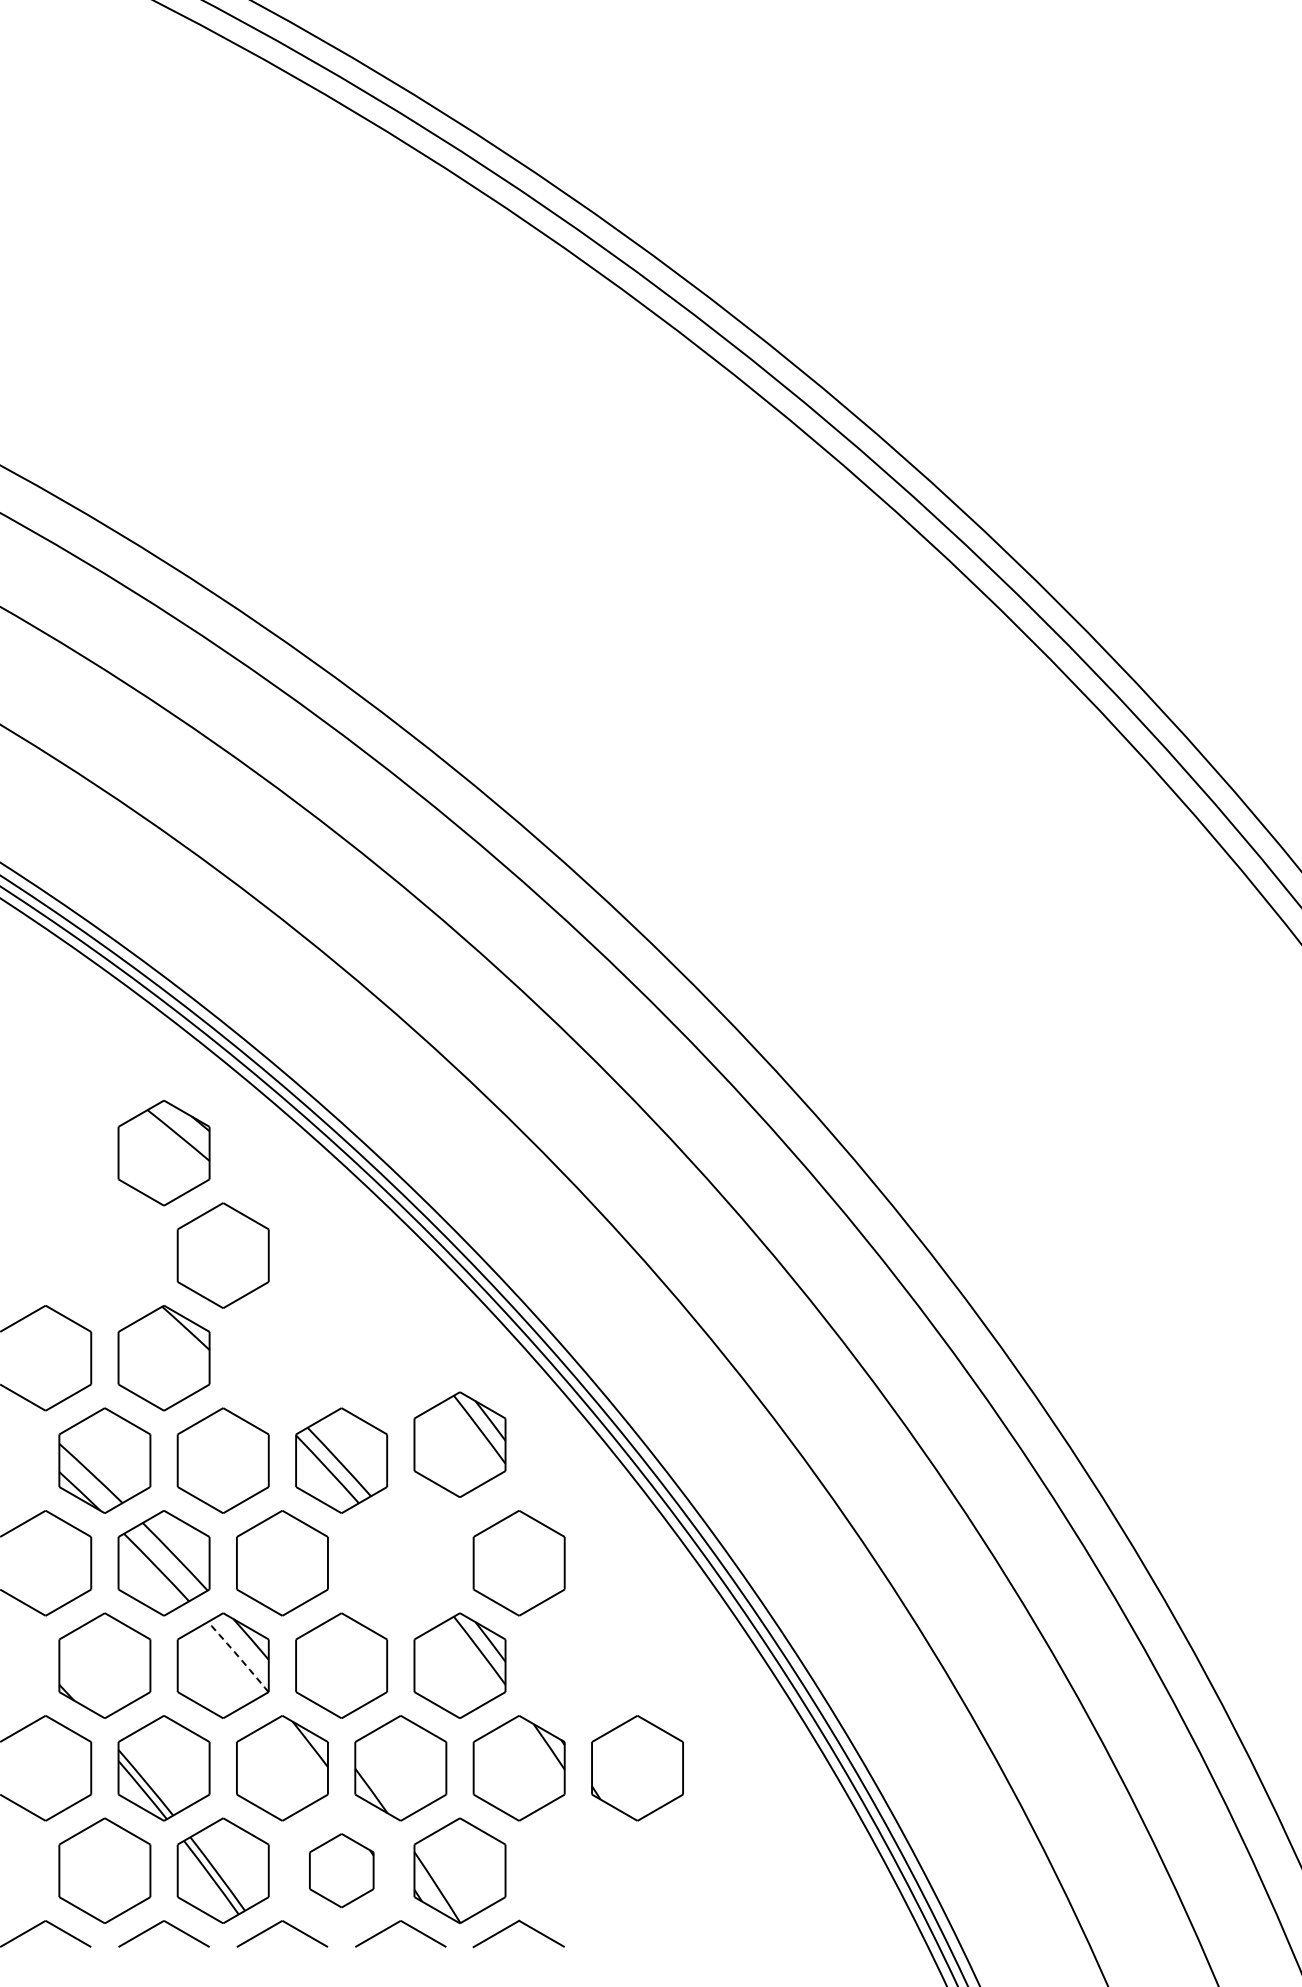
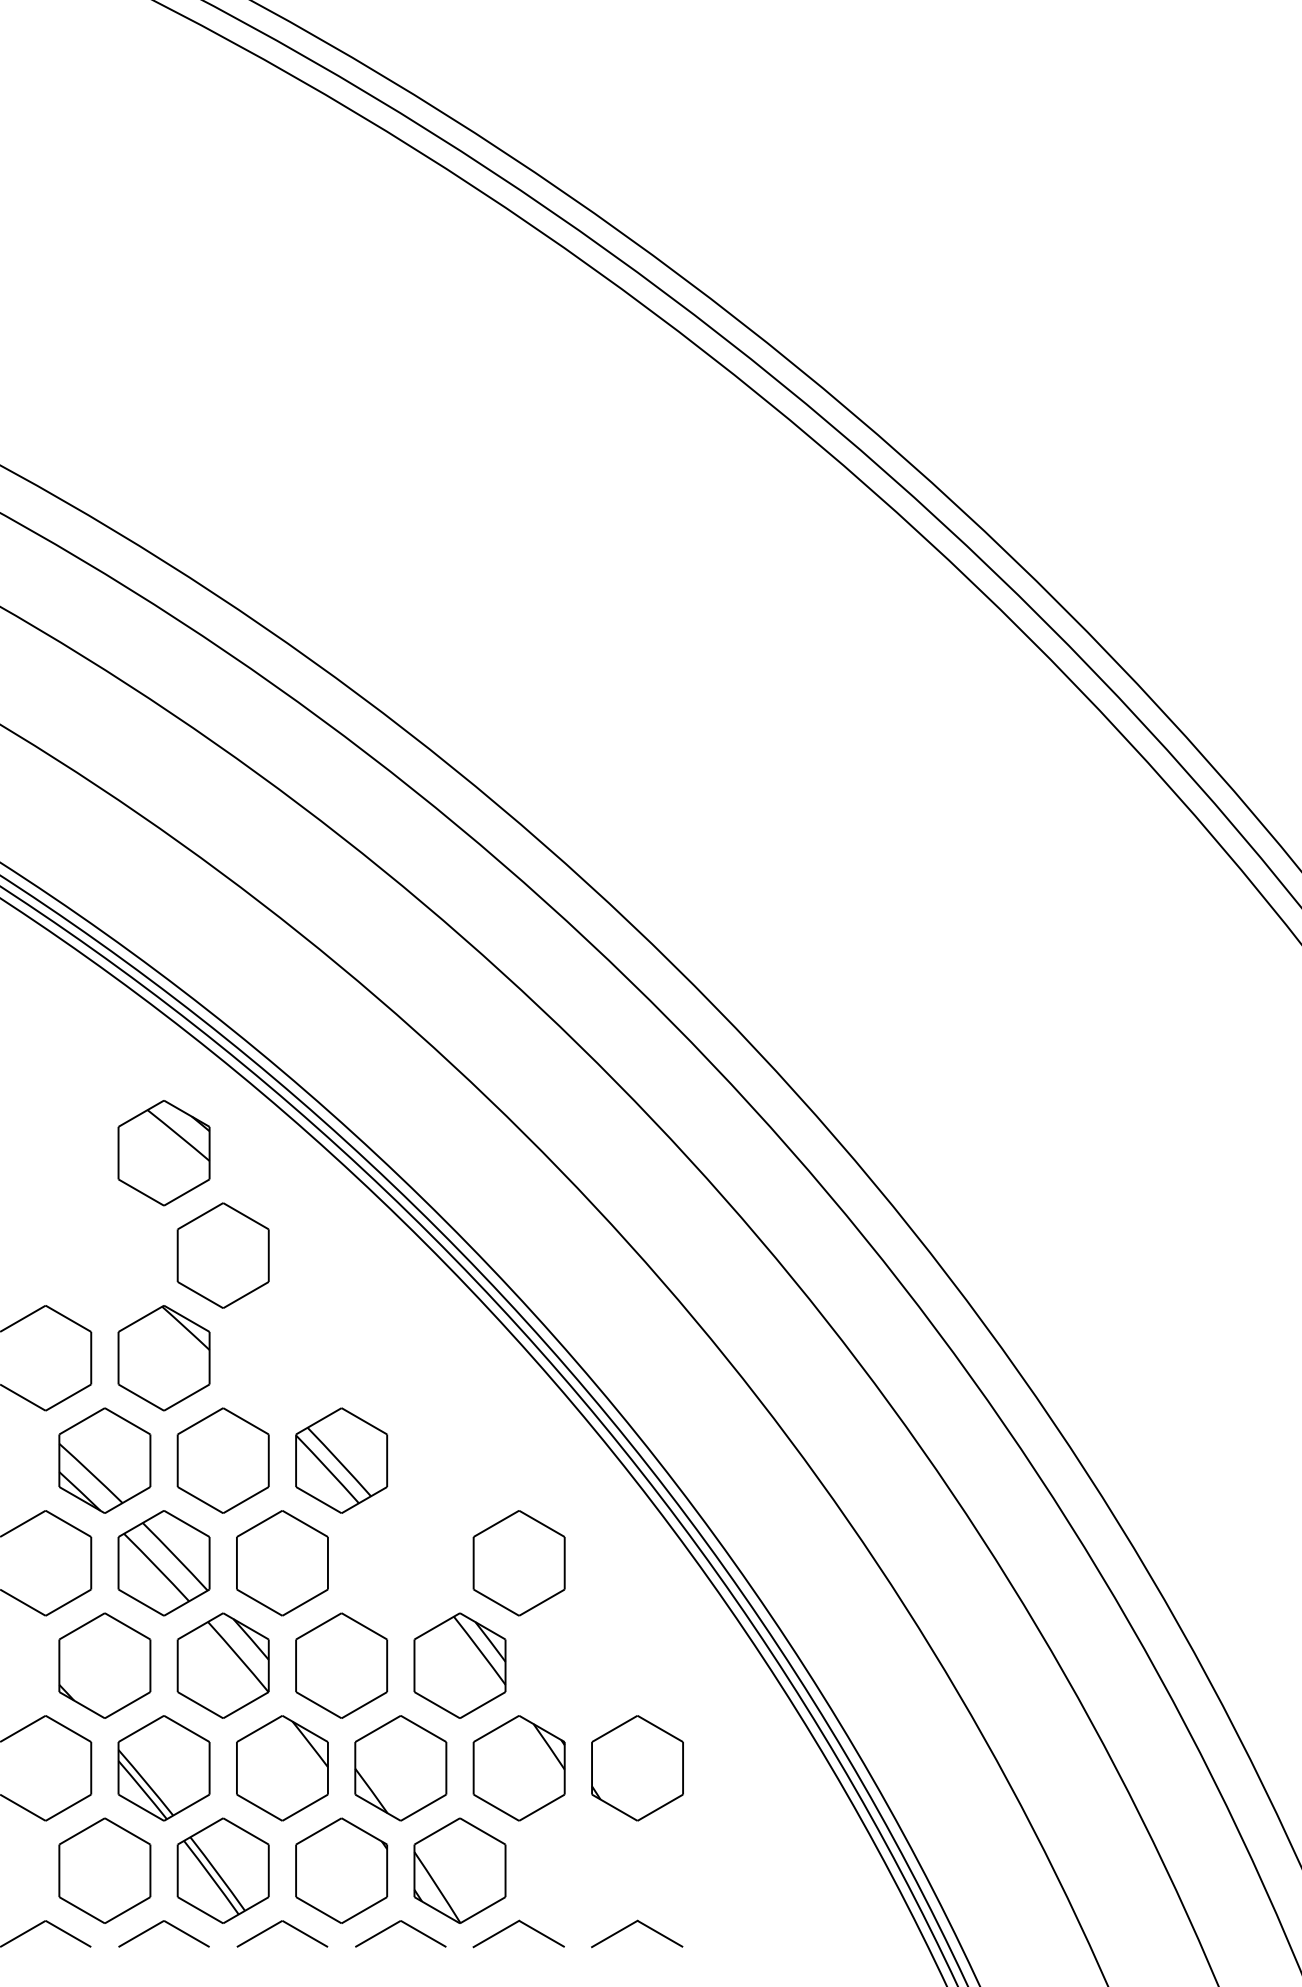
part at (459, 1444): present -> none
arc at (238, 1656): dashed -> solid
part at (341, 1870) size: 66x76 px -> 94x107 px
part at (633, 1924): none -> present
